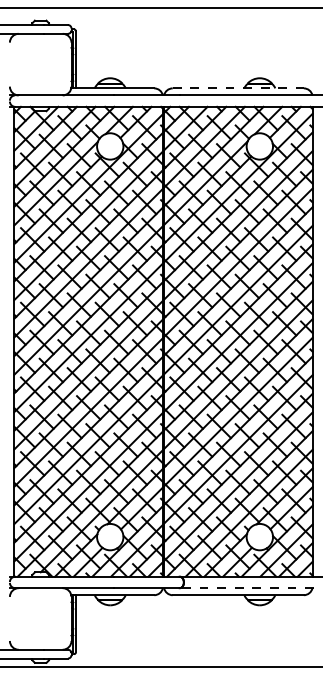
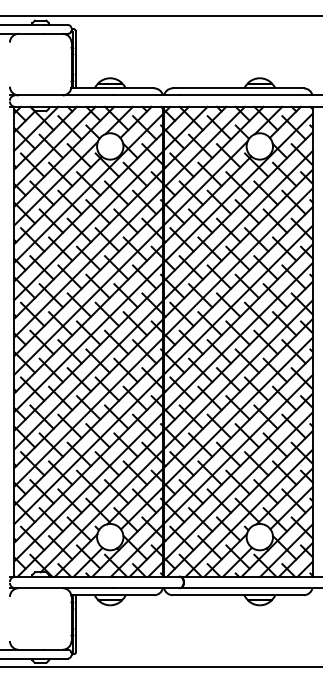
line at (160, 8) position: (160, 8) -> (160, 16)
line at (238, 88): dashed -> solid
line at (250, 588): dashed -> solid
